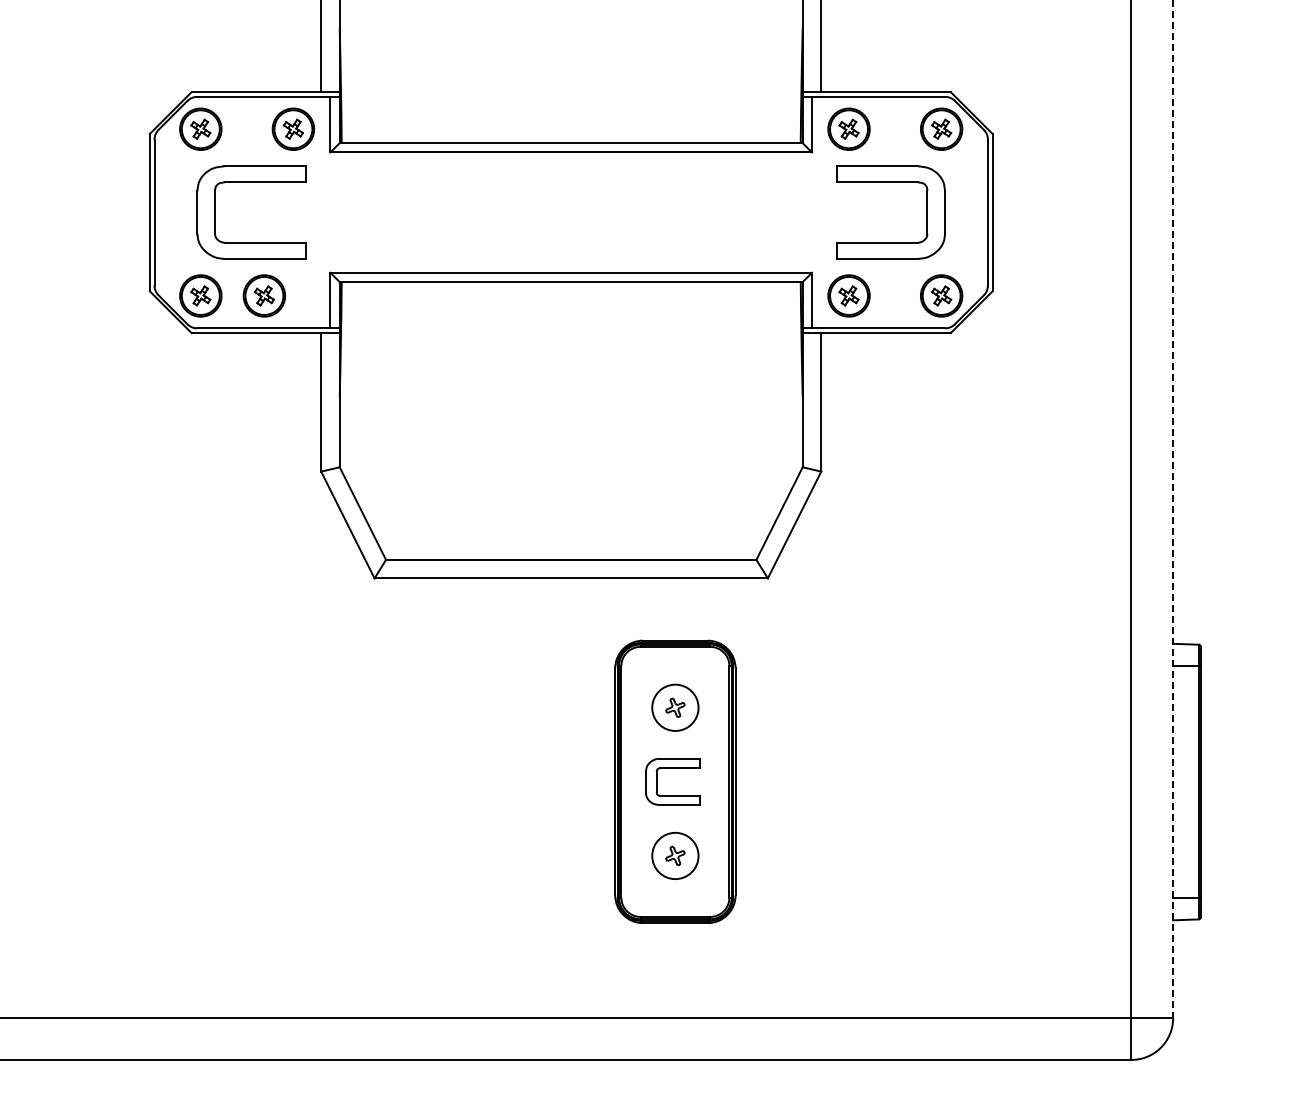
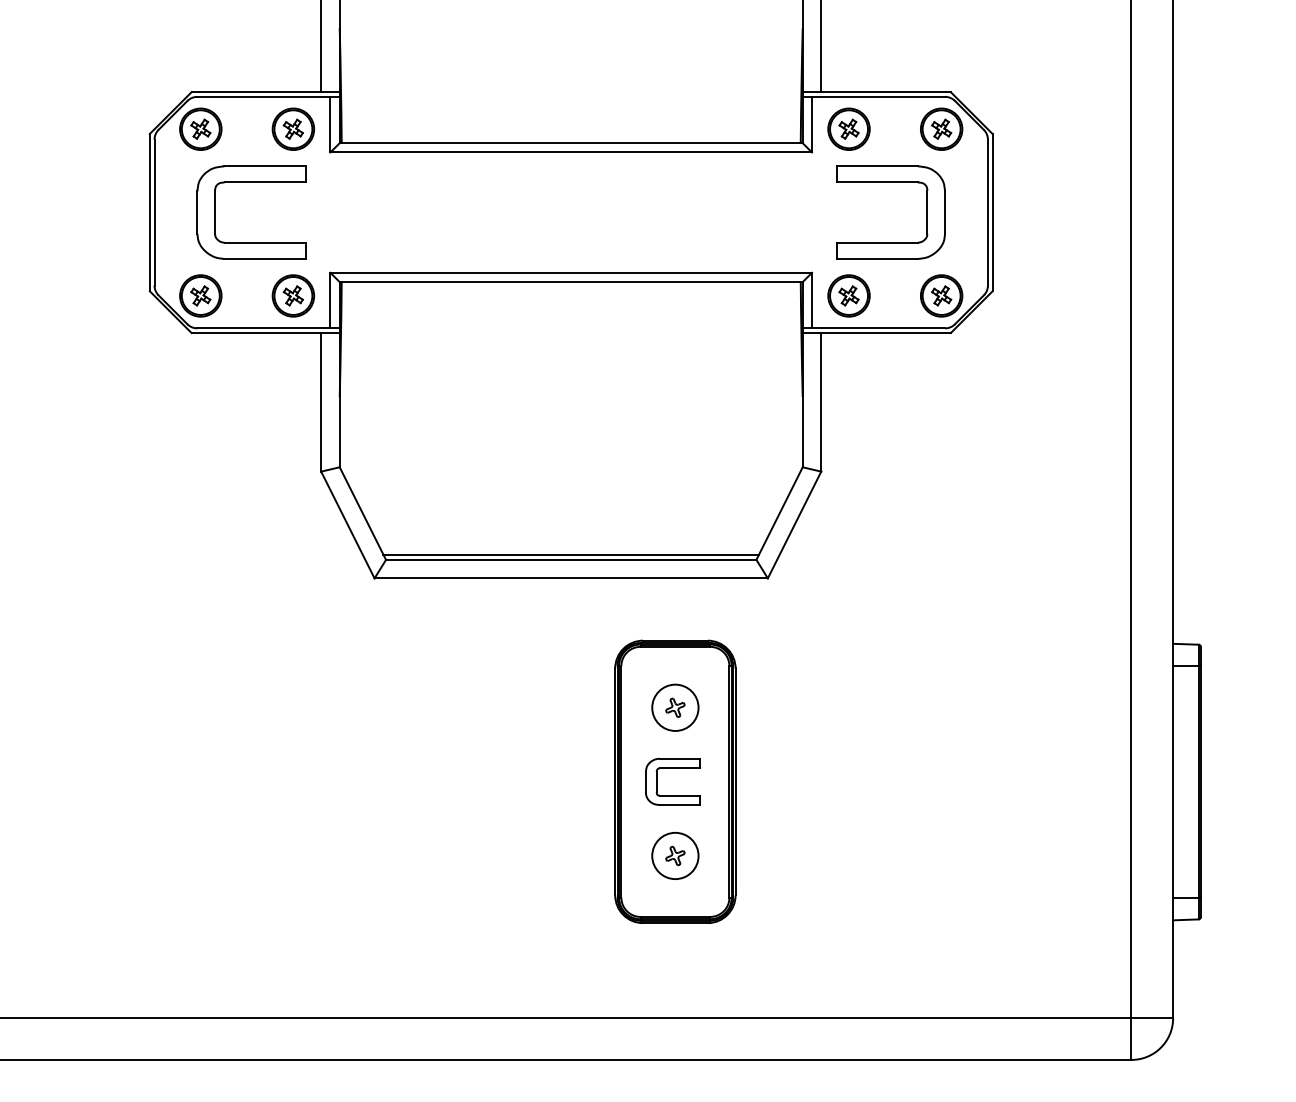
part at (263, 295) position: (263, 295) -> (292, 295)
line at (1173, 509): dashed -> solid
line at (571, 554): none -> present
